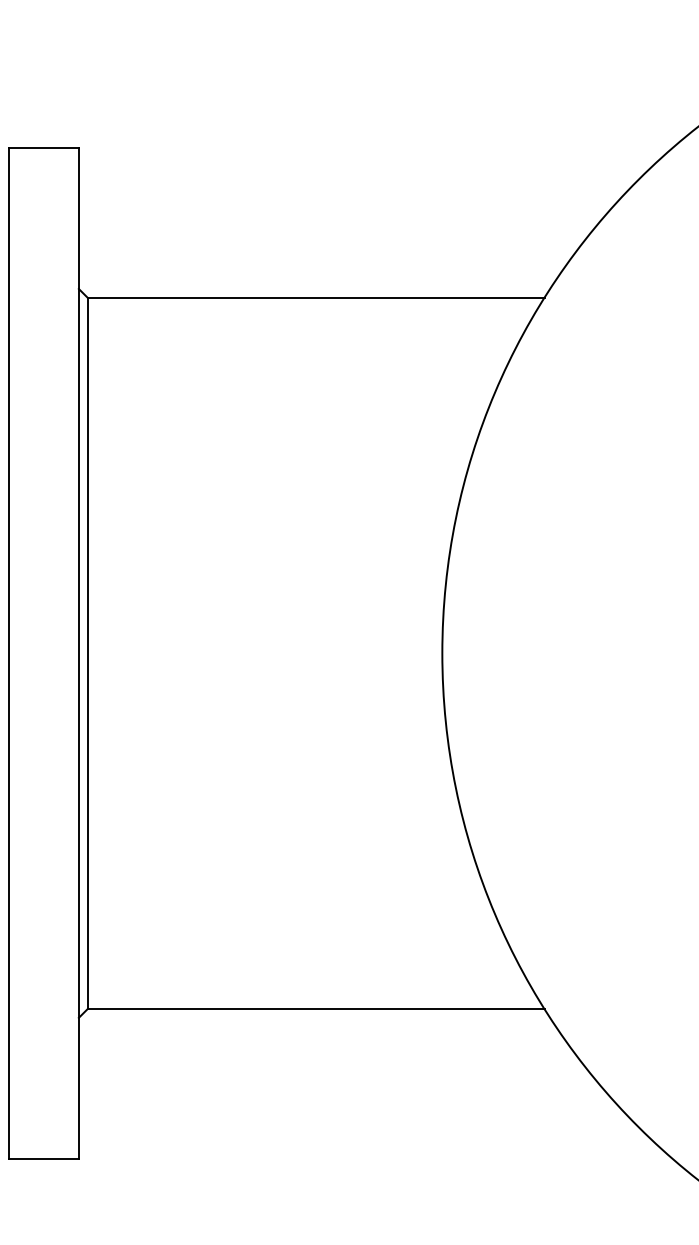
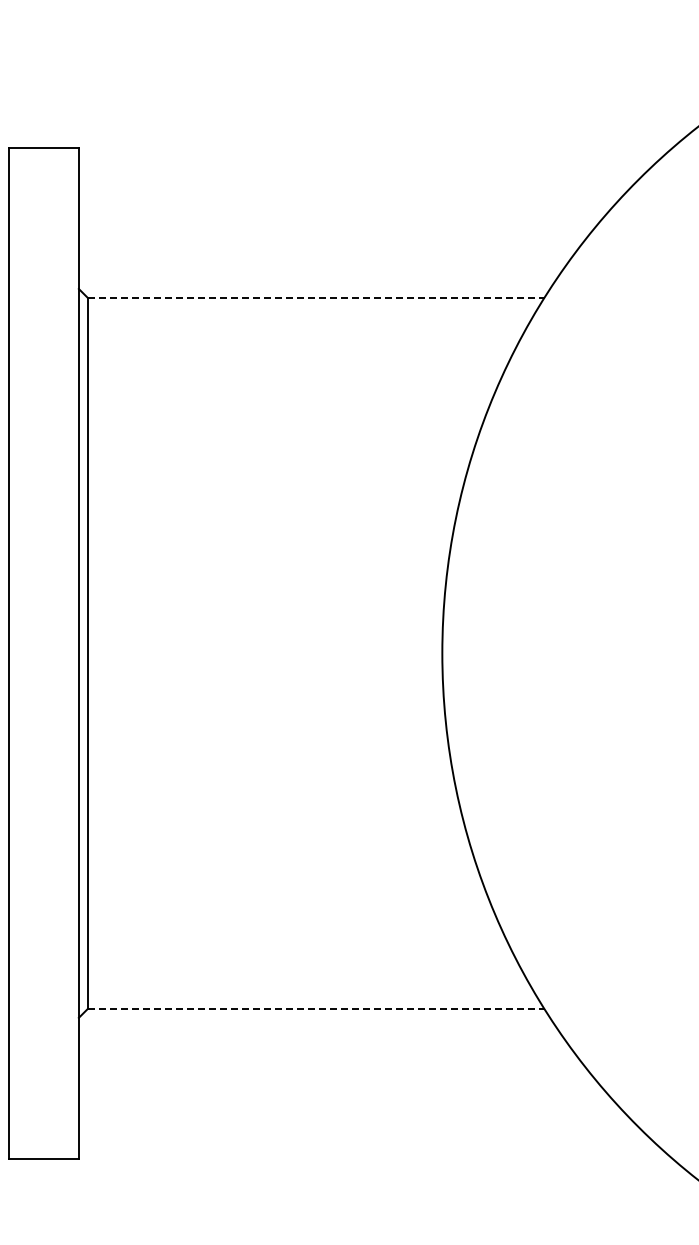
line at (316, 297): solid -> dashed
line at (316, 1009): solid -> dashed
